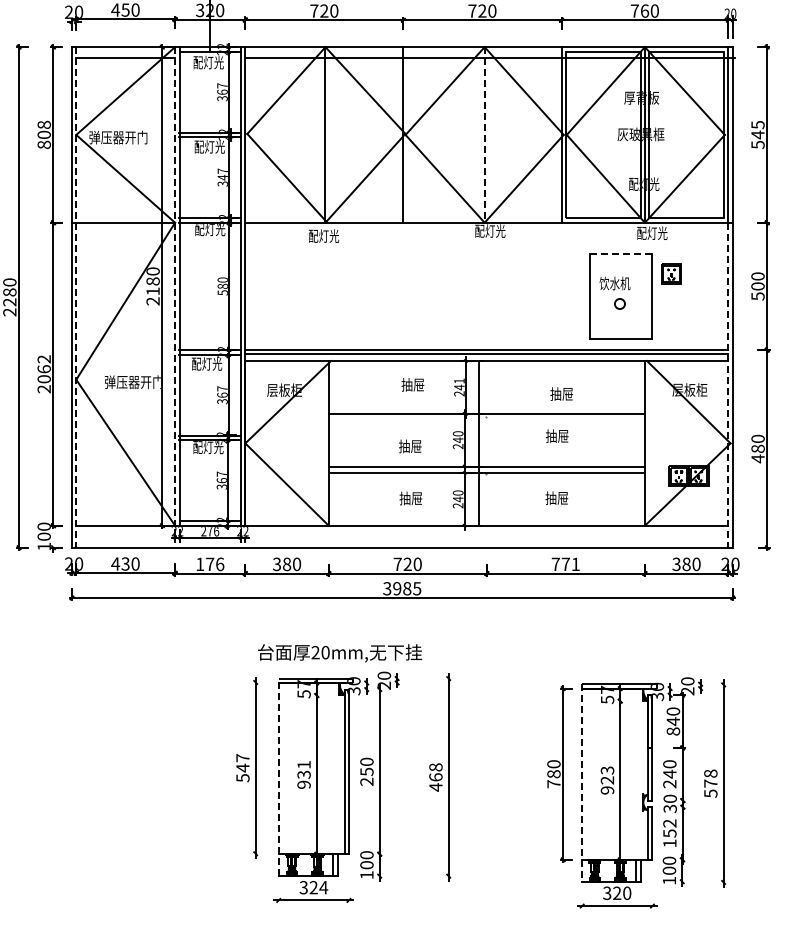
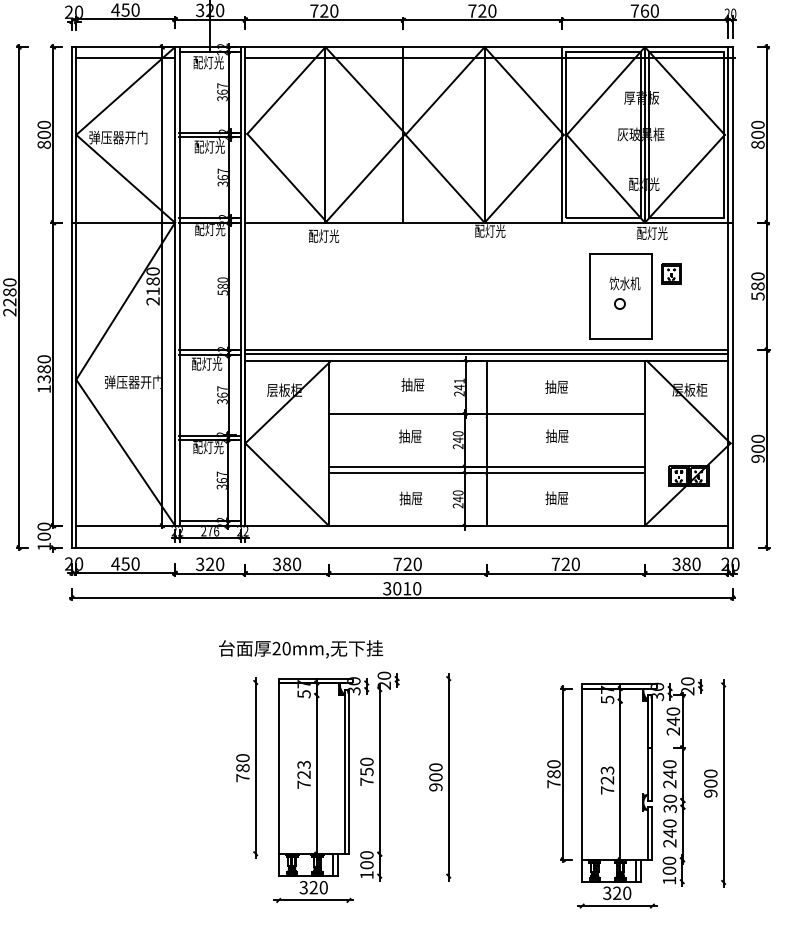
text at (44, 124): 808 -> 800
line at (484, 134): dashed -> solid
text at (757, 134): 545 -> 800
text at (222, 177): 347 -> 367
line at (620, 253): dashed -> solid
text at (614, 283) position: (614, 283) -> (624, 283)
line at (175, 286): dashed -> solid
text at (757, 286): 500 -> 580
line at (76, 297): dashed -> solid
text at (43, 374): 2062 -> 1380
line at (728, 385): dashed -> solid
text at (561, 393) position: (561, 393) -> (556, 386)
line at (478, 443) position: (478, 443) -> (486, 443)
text at (410, 446) position: (410, 446) -> (410, 436)
text at (757, 453): 480 -> 900
text at (125, 563): 430 -> 450
text at (210, 564): 176 -> 320
text at (570, 564): 771 -> 720
text at (407, 588): 3985 -> 3010
text at (340, 653) position: (340, 653) -> (301, 649)
text at (673, 731): 840 -> 240
text at (242, 768): 547 -> 780
text at (303, 774): 931 -> 723
line at (278, 777): dashed -> solid
text at (435, 777): 468 -> 900
text at (366, 781): 250 -> 750
line at (582, 782): dashed -> solid
text at (710, 783): 578 -> 900
text at (607, 790): 923 -> 723
text at (669, 833): 152 -> 240
text at (323, 887): 324 -> 320
